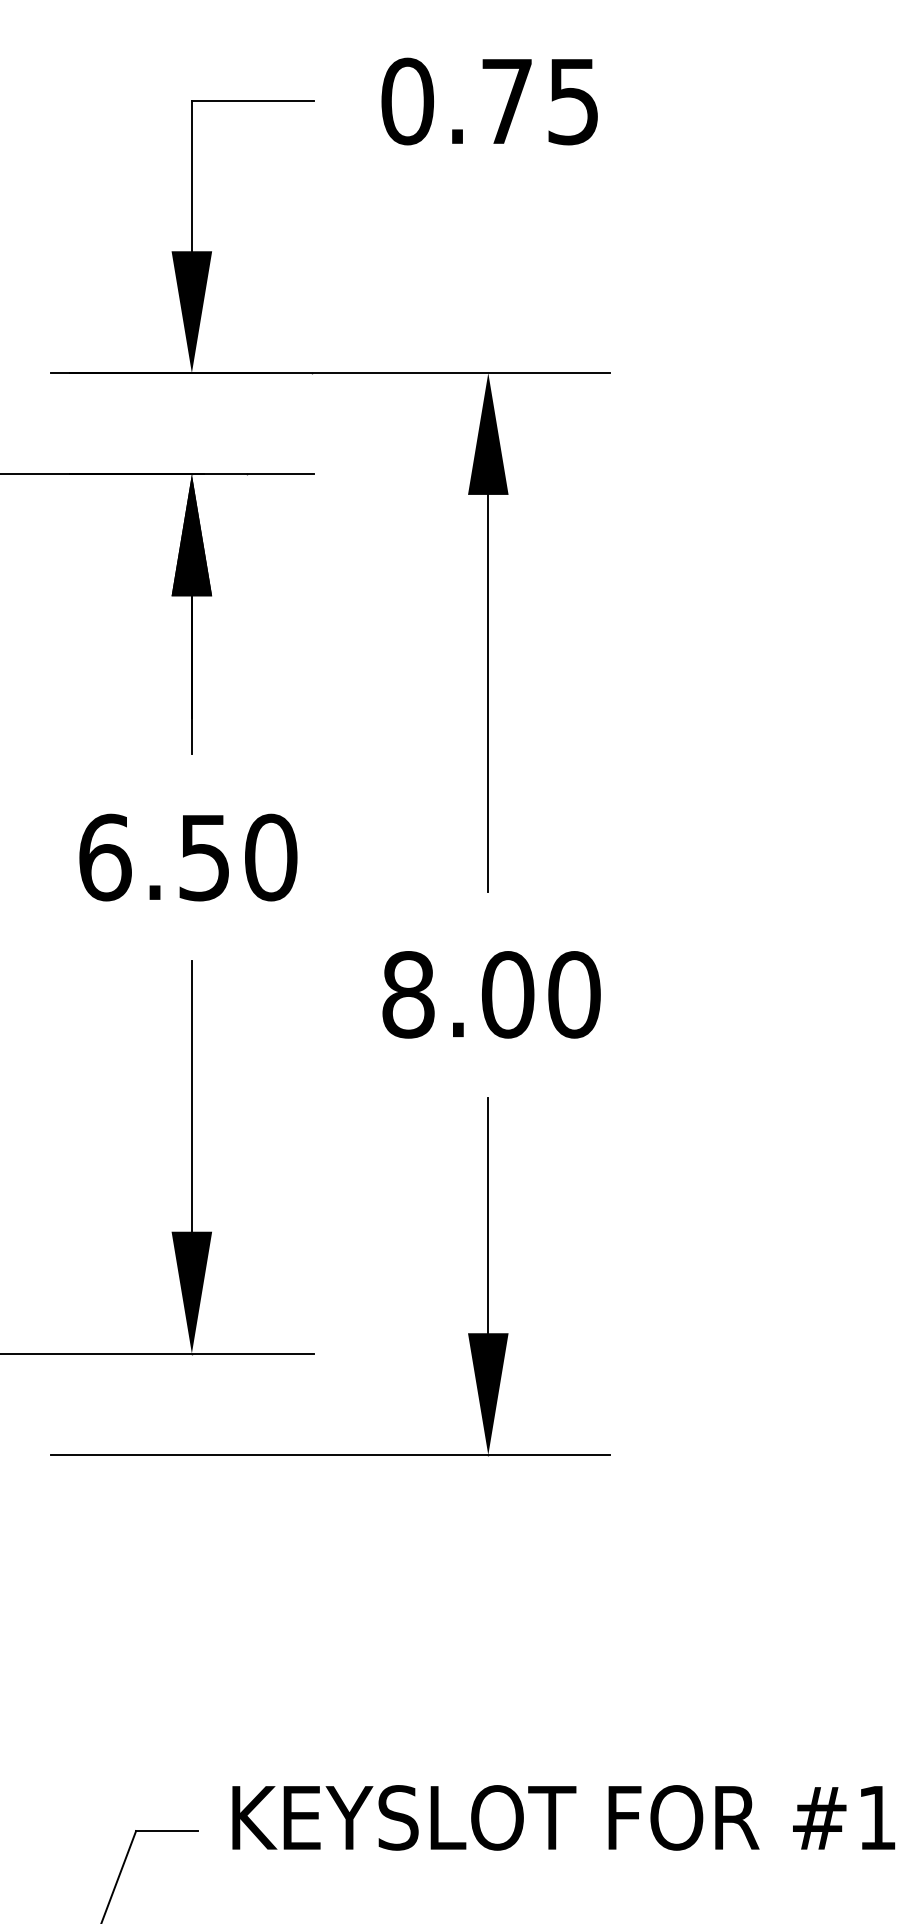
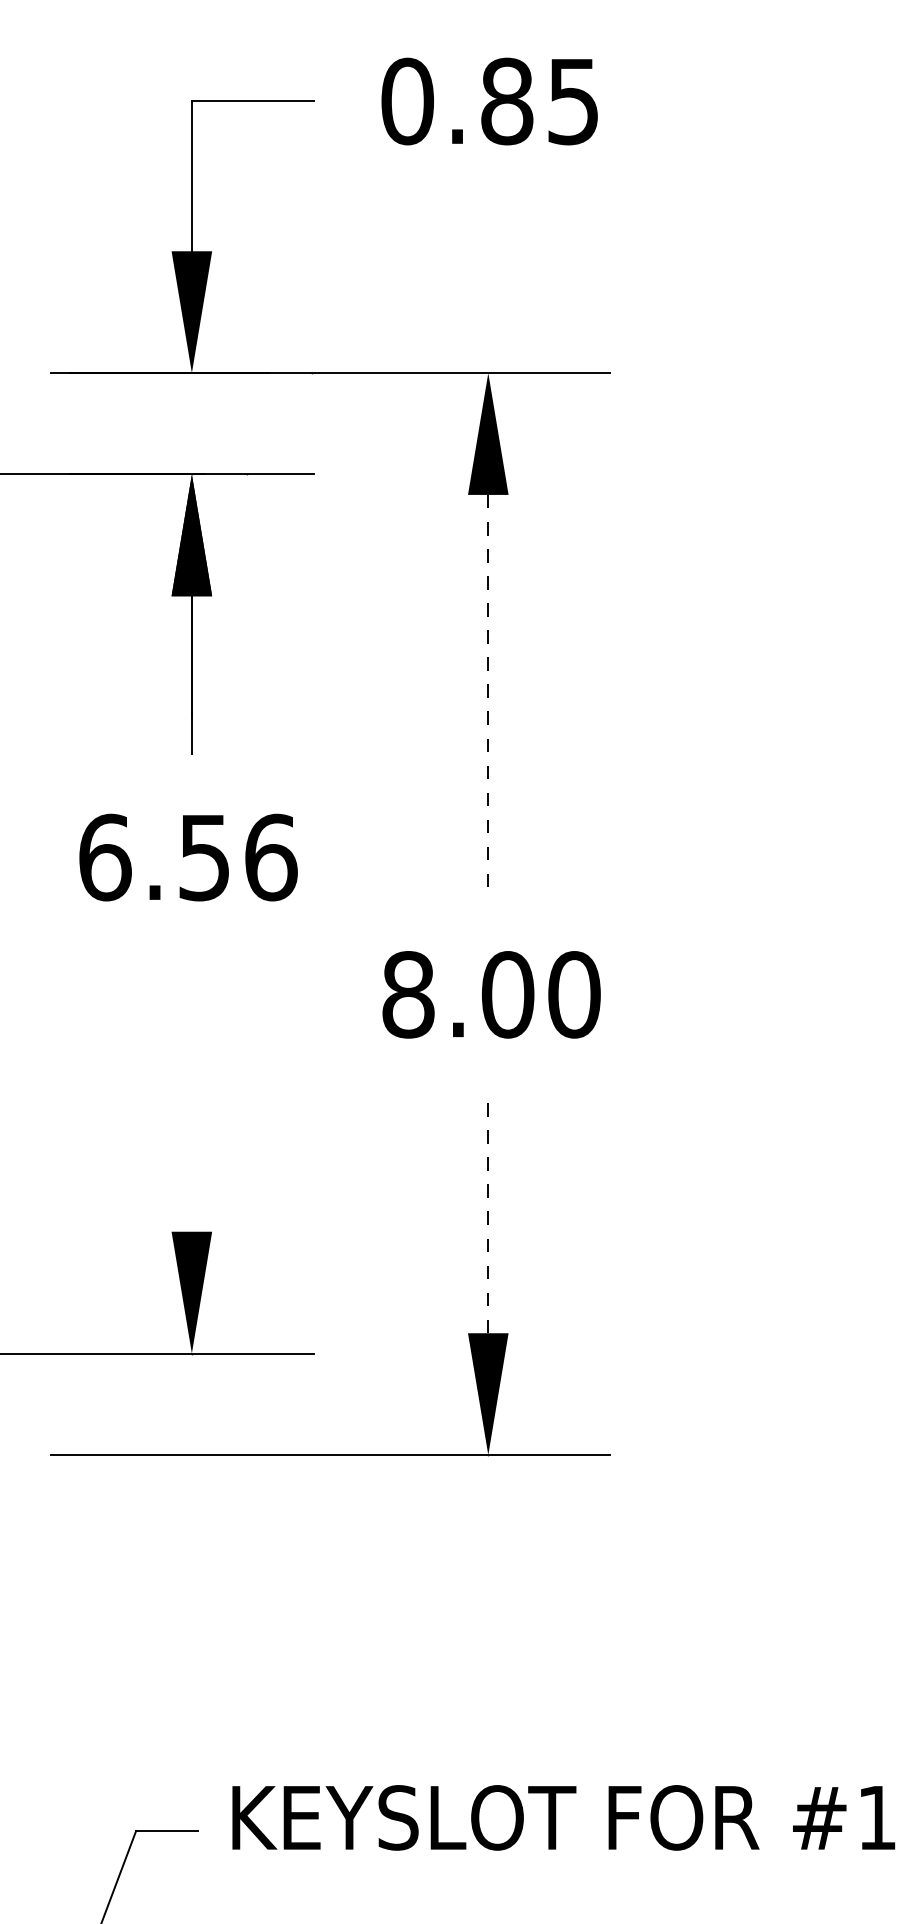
text at (507, 101): 0.75 -> 0.85
line at (488, 693): solid -> dashed
text at (271, 857): 6.50 -> 6.56
line at (191, 1095): present -> none
line at (488, 1215): solid -> dashed
